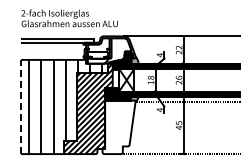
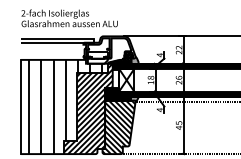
line at (21, 106): dashed -> solid
hatch at (118, 127): none -> present
